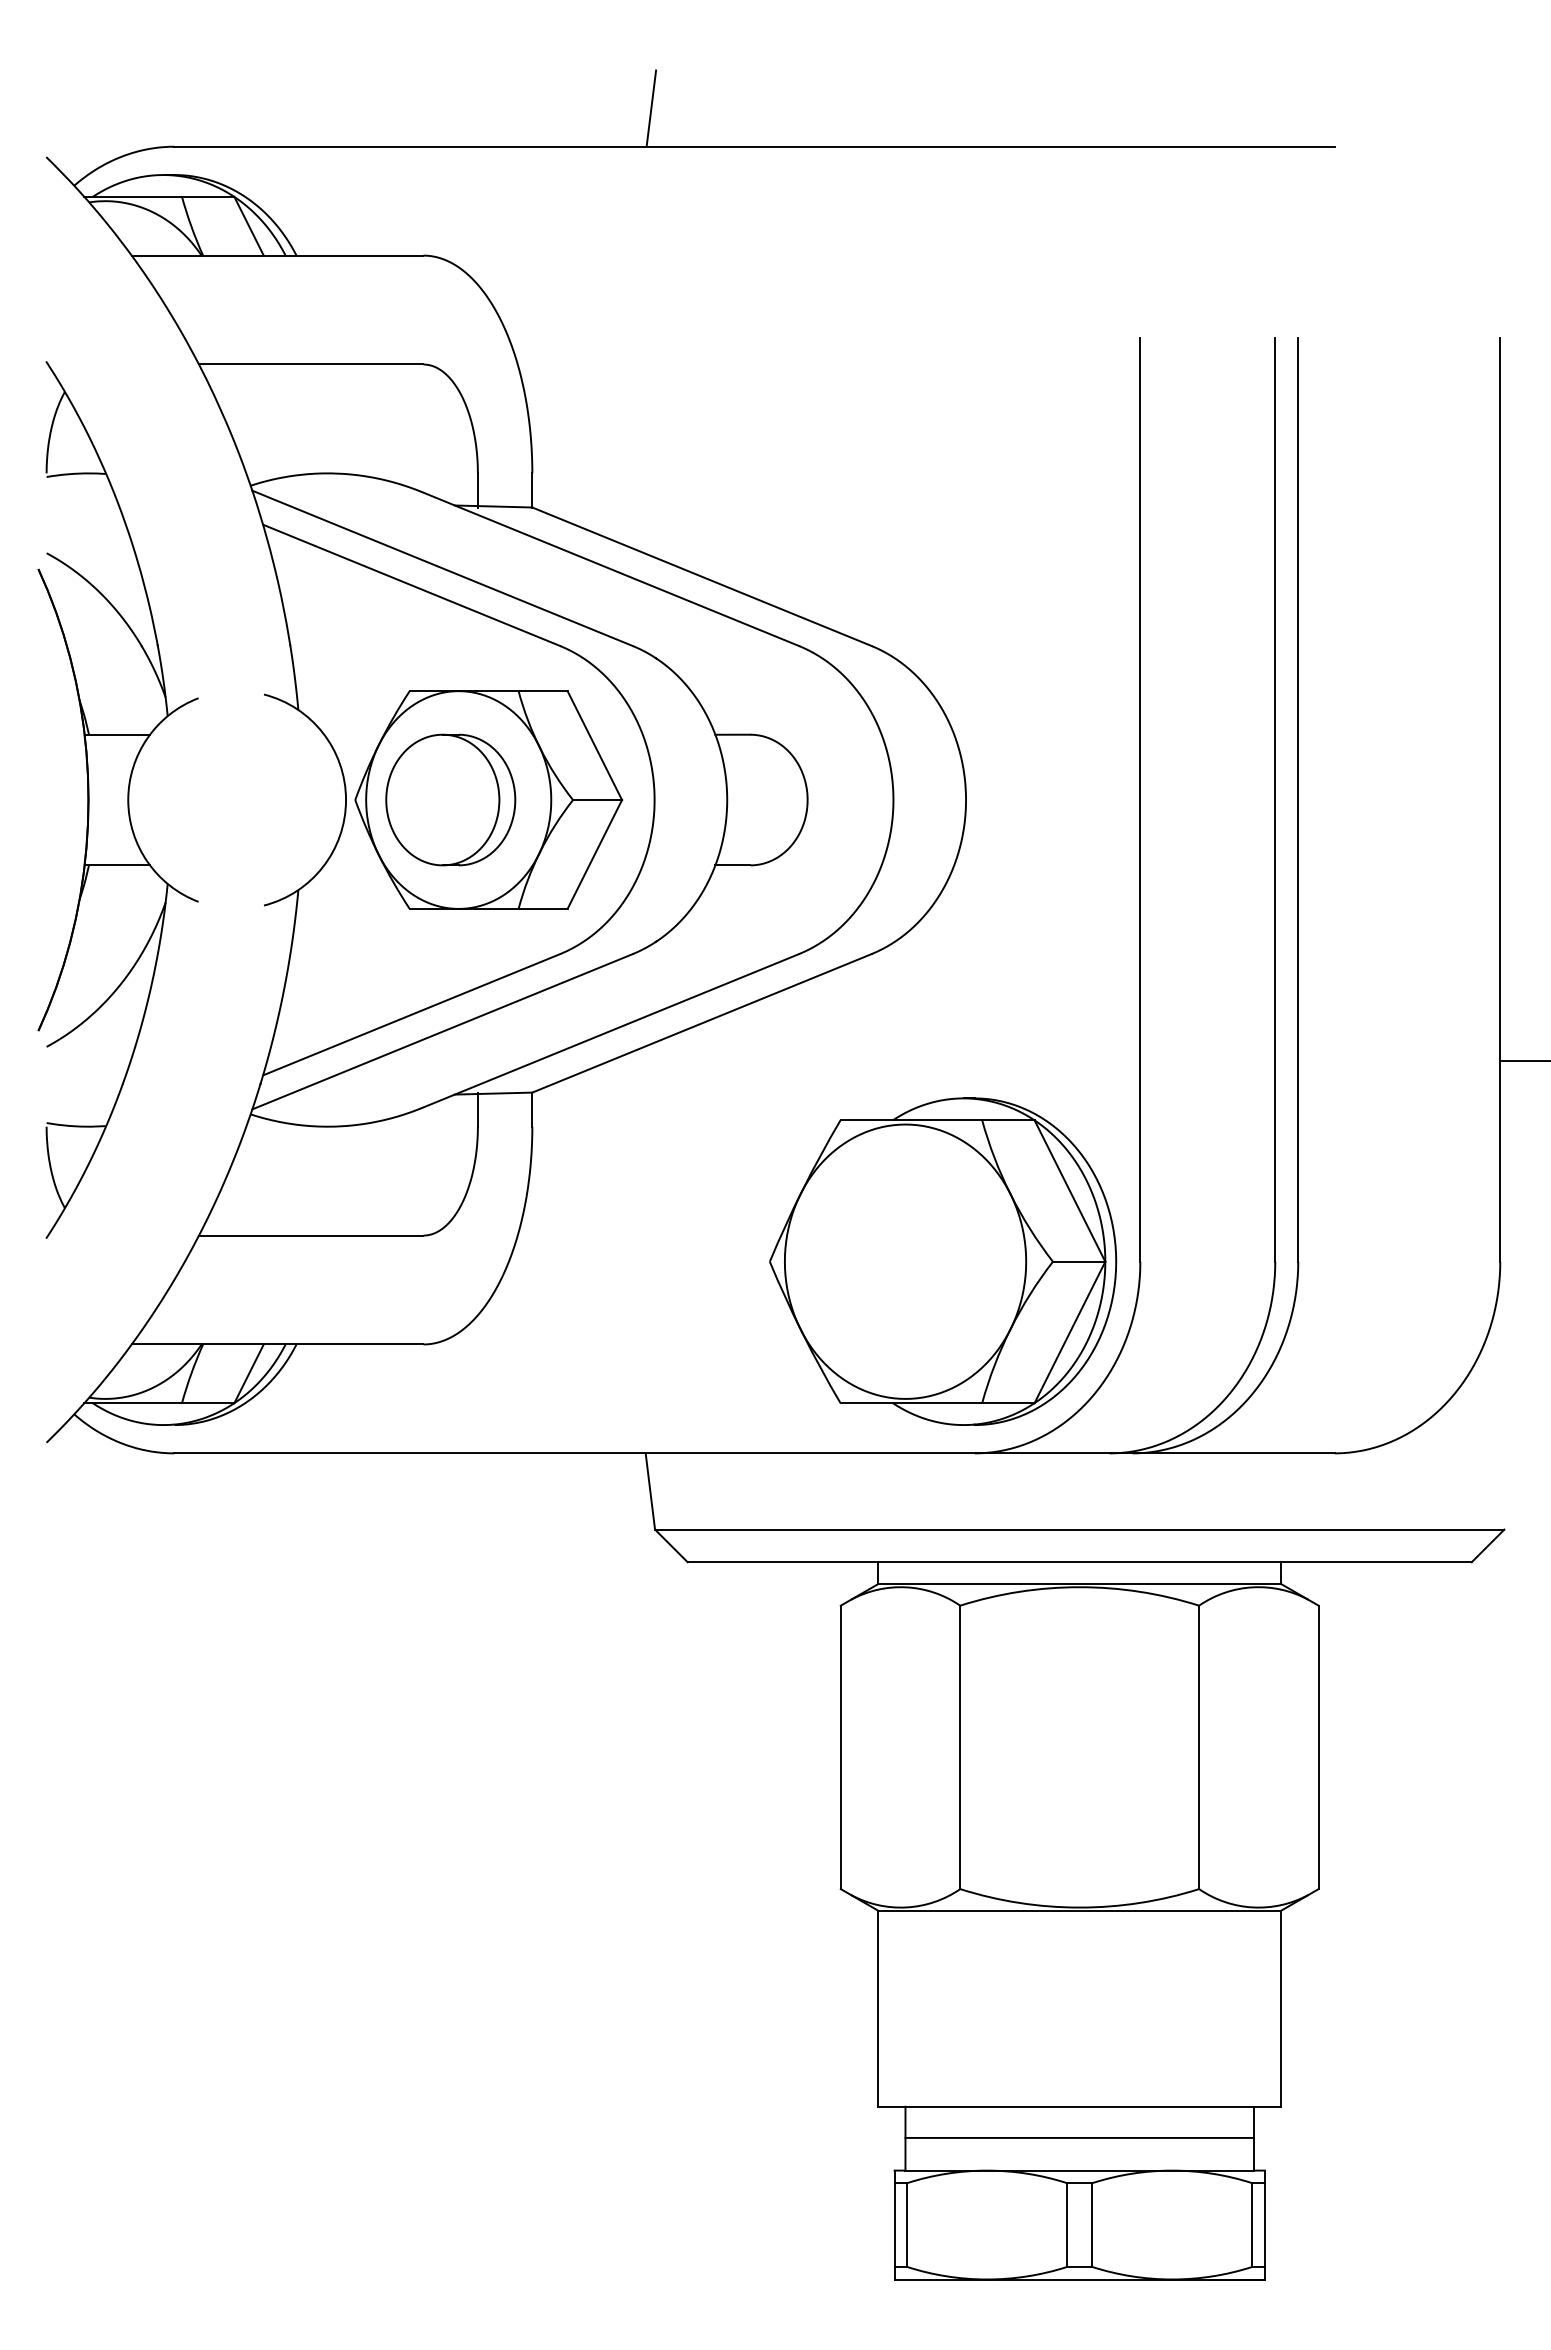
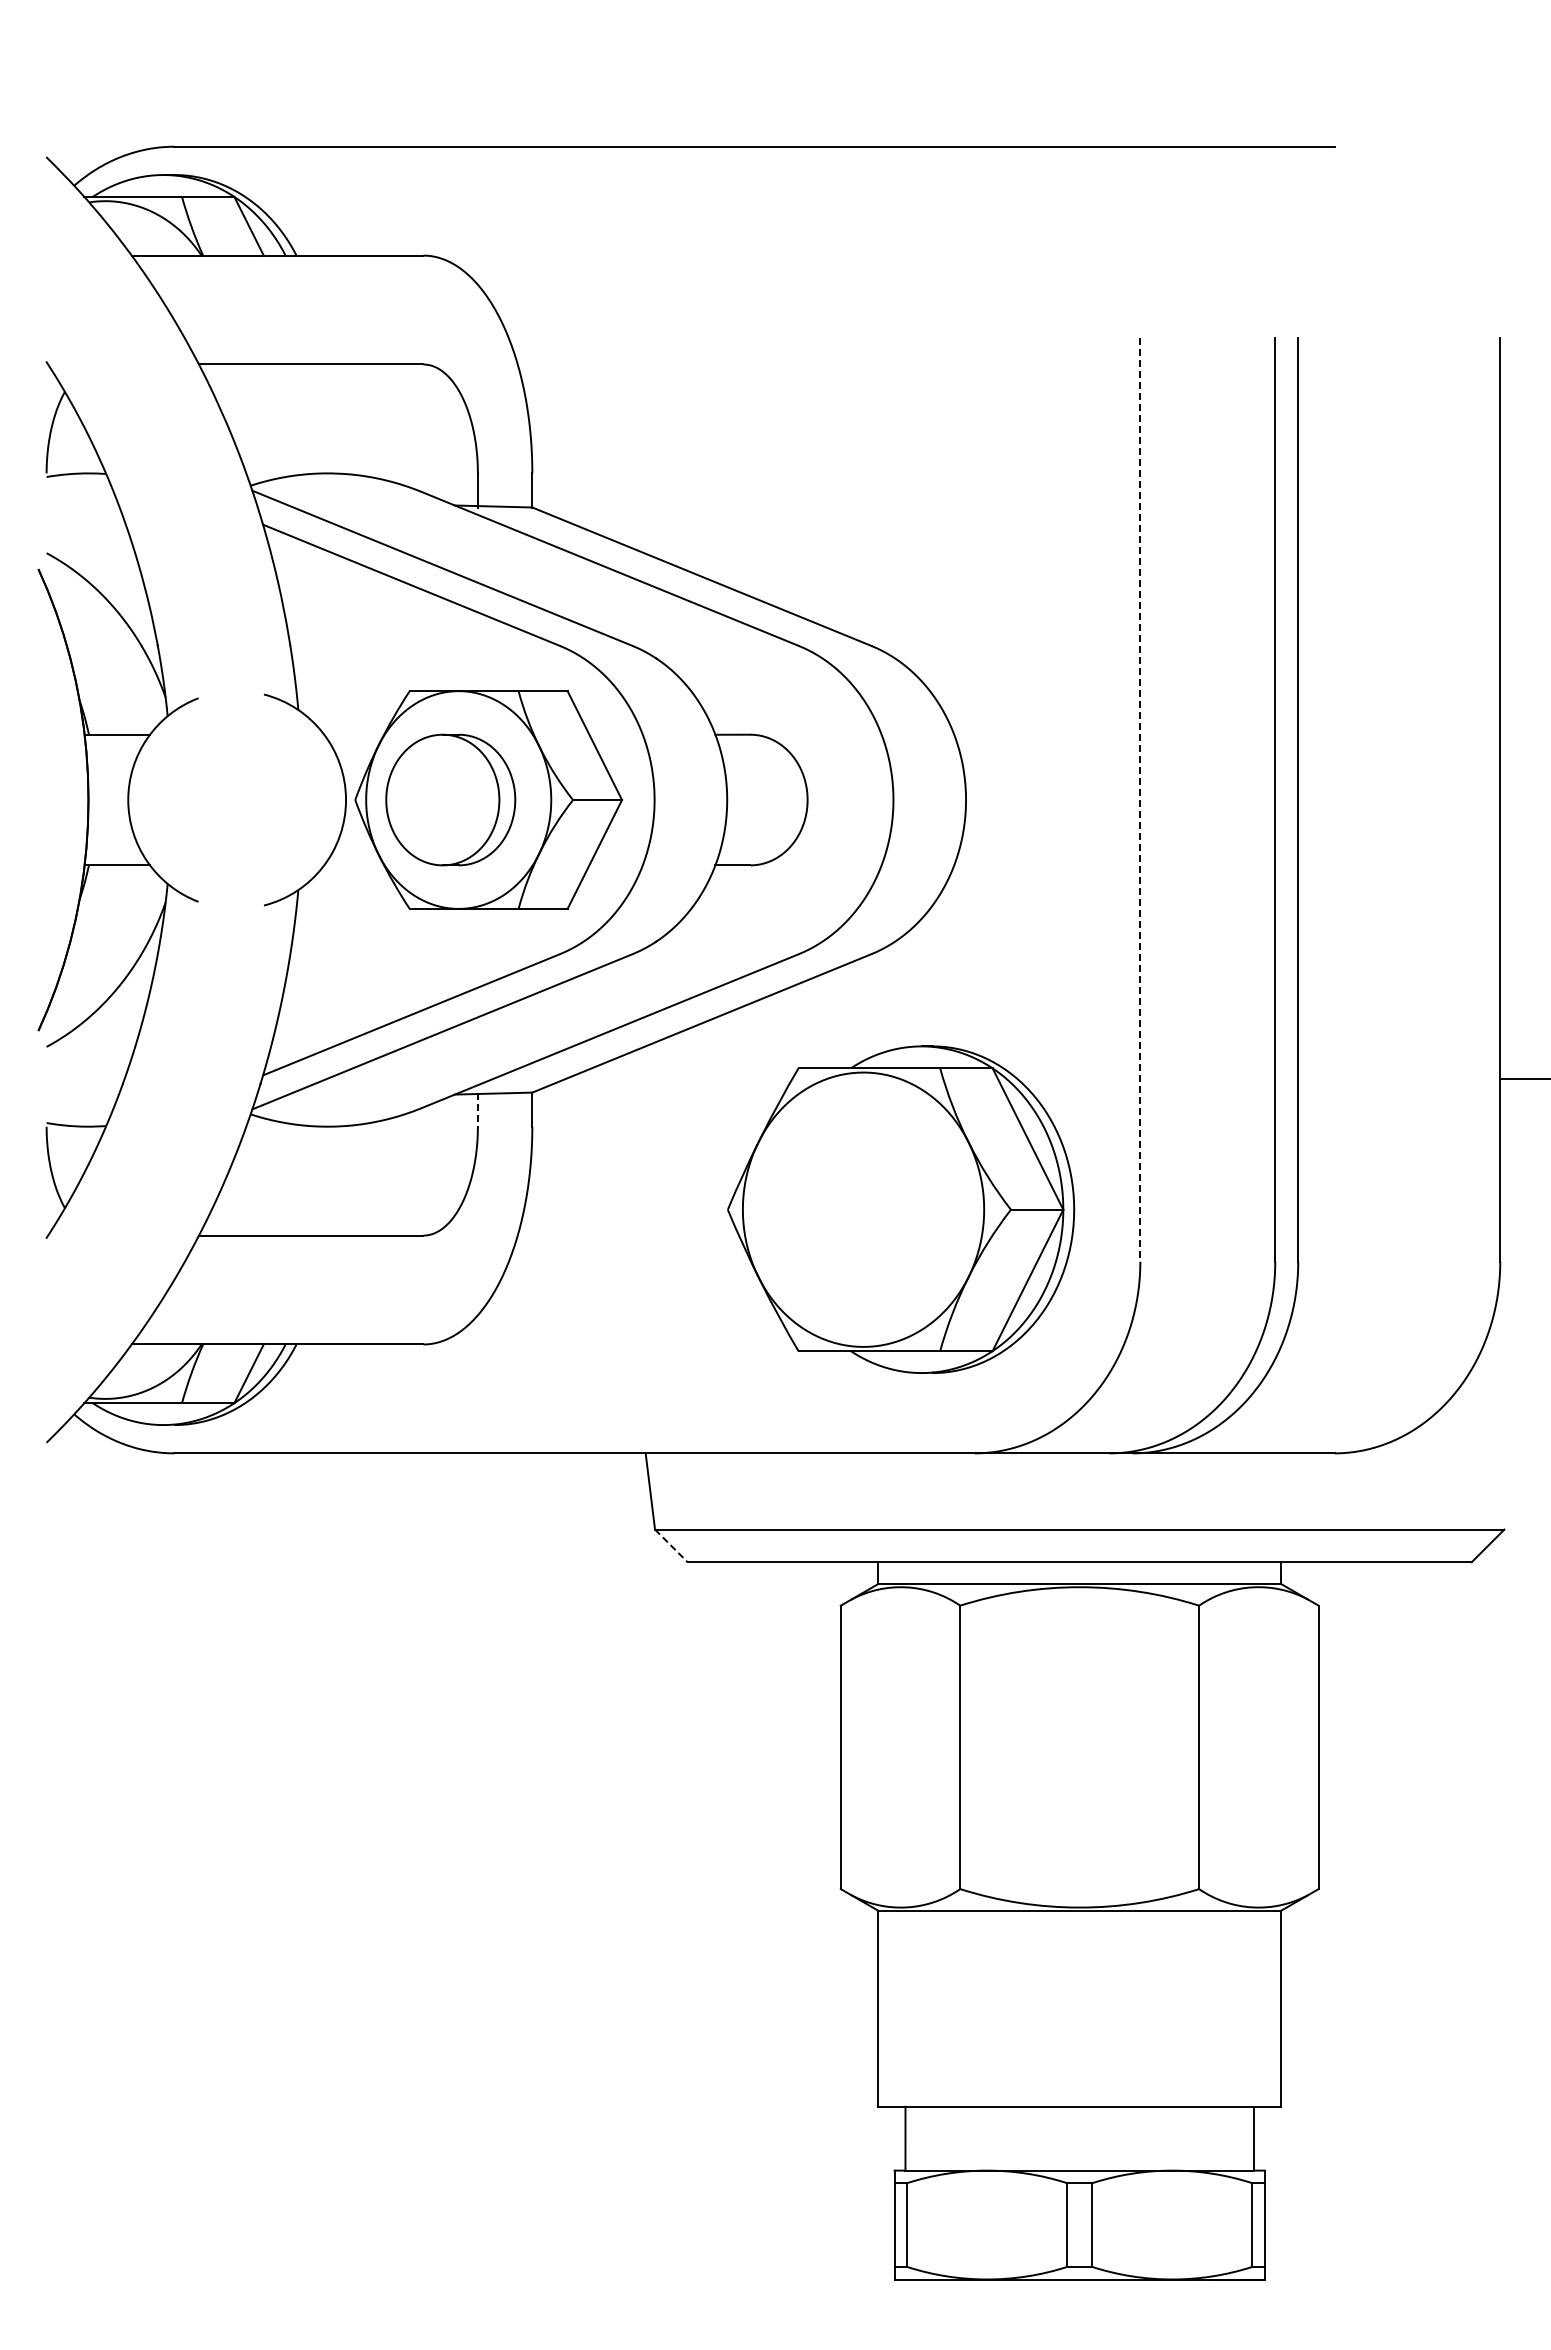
line at (651, 108): present -> none
line at (1140, 800): solid -> dashed
line at (1523, 1061) position: (1523, 1061) -> (1523, 1079)
line at (477, 1110): solid -> dashed
part at (943, 1261) position: (943, 1261) -> (901, 1209)
line at (671, 1546): solid -> dashed
line at (1079, 2137): present -> none
